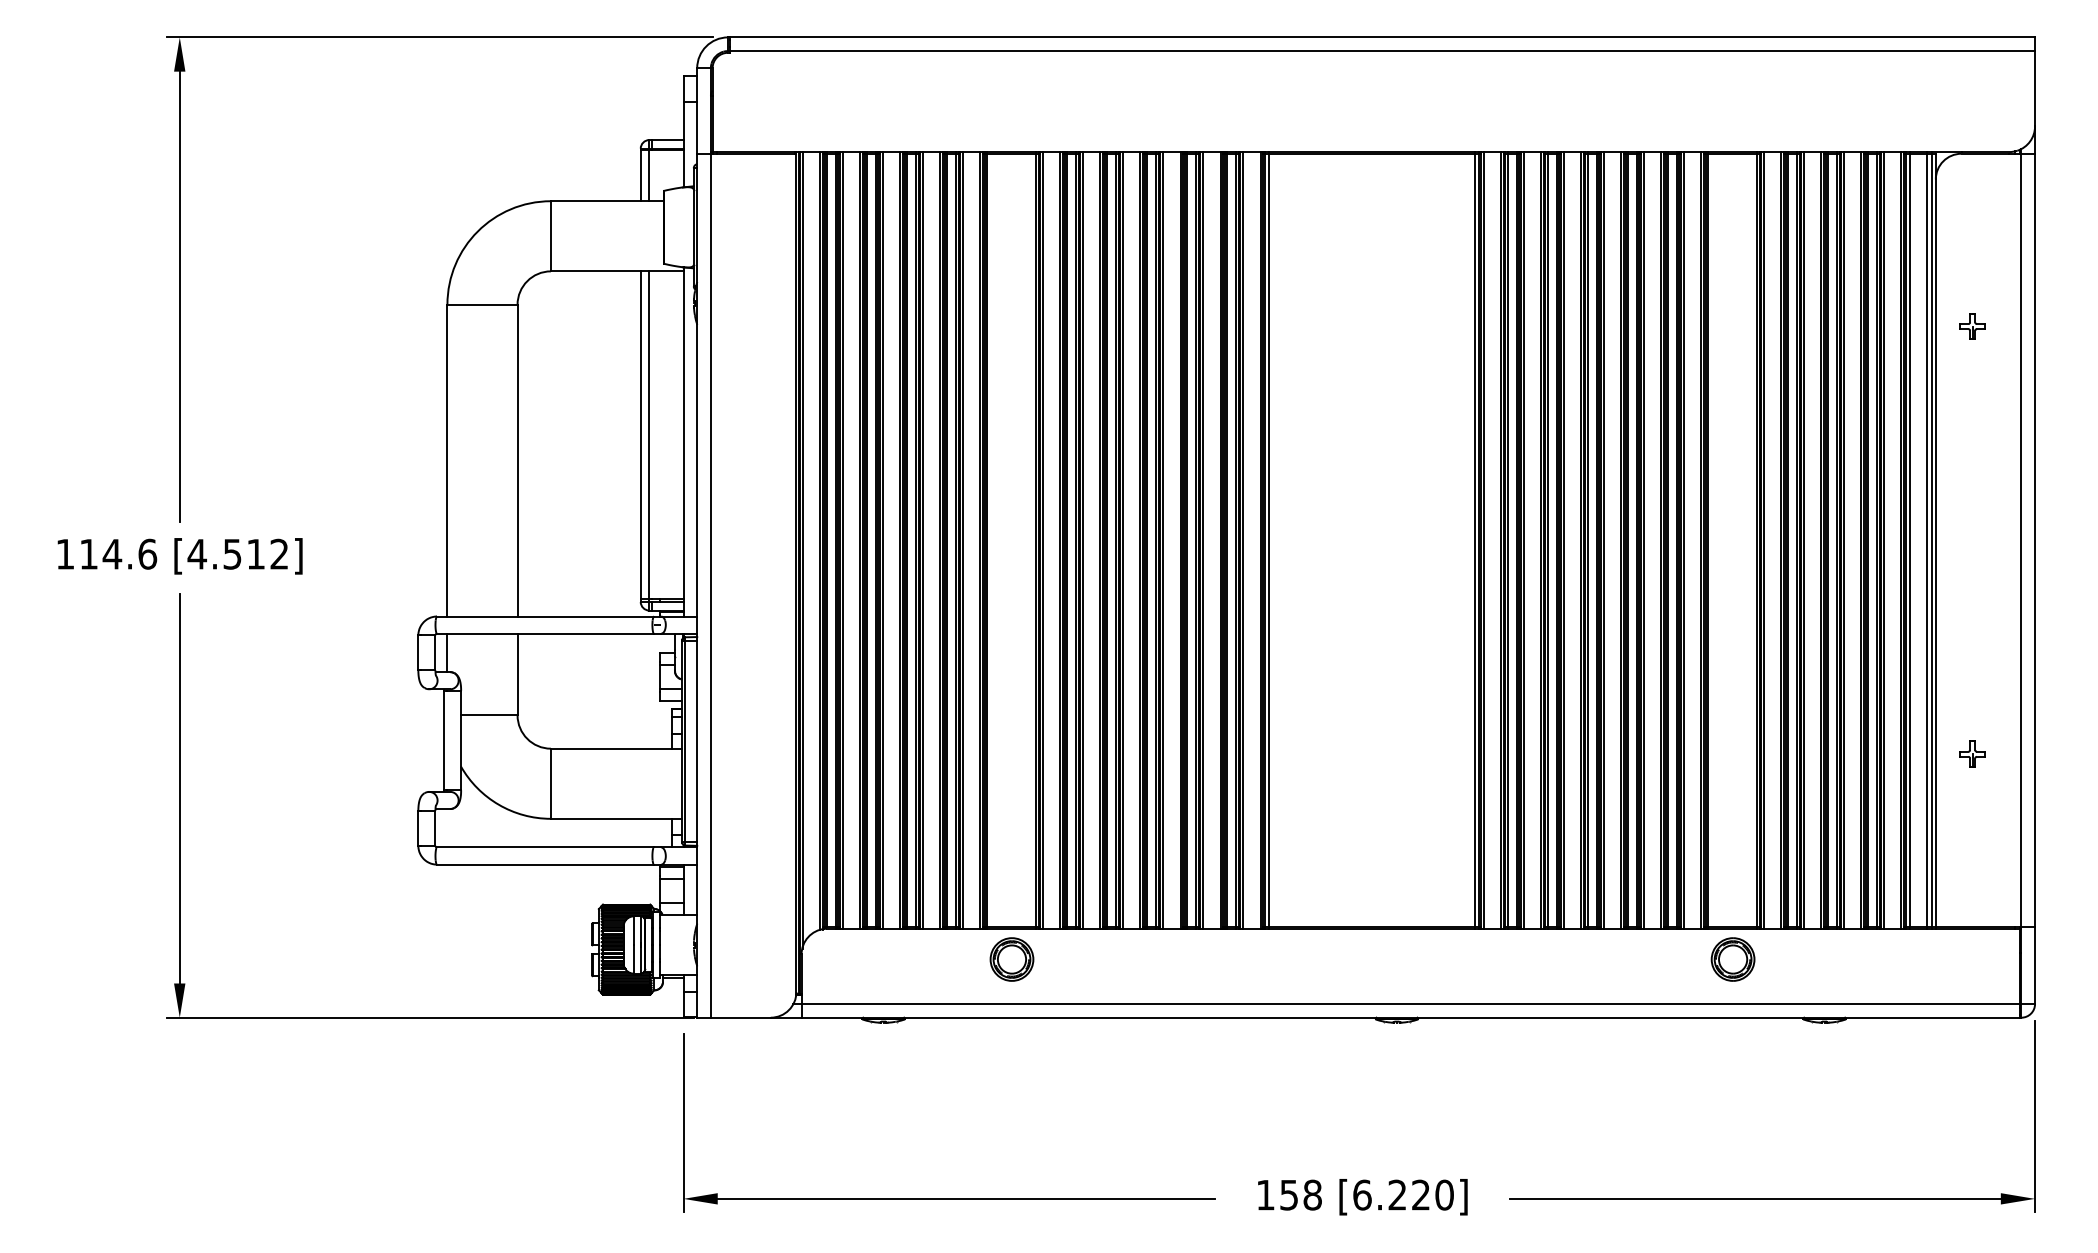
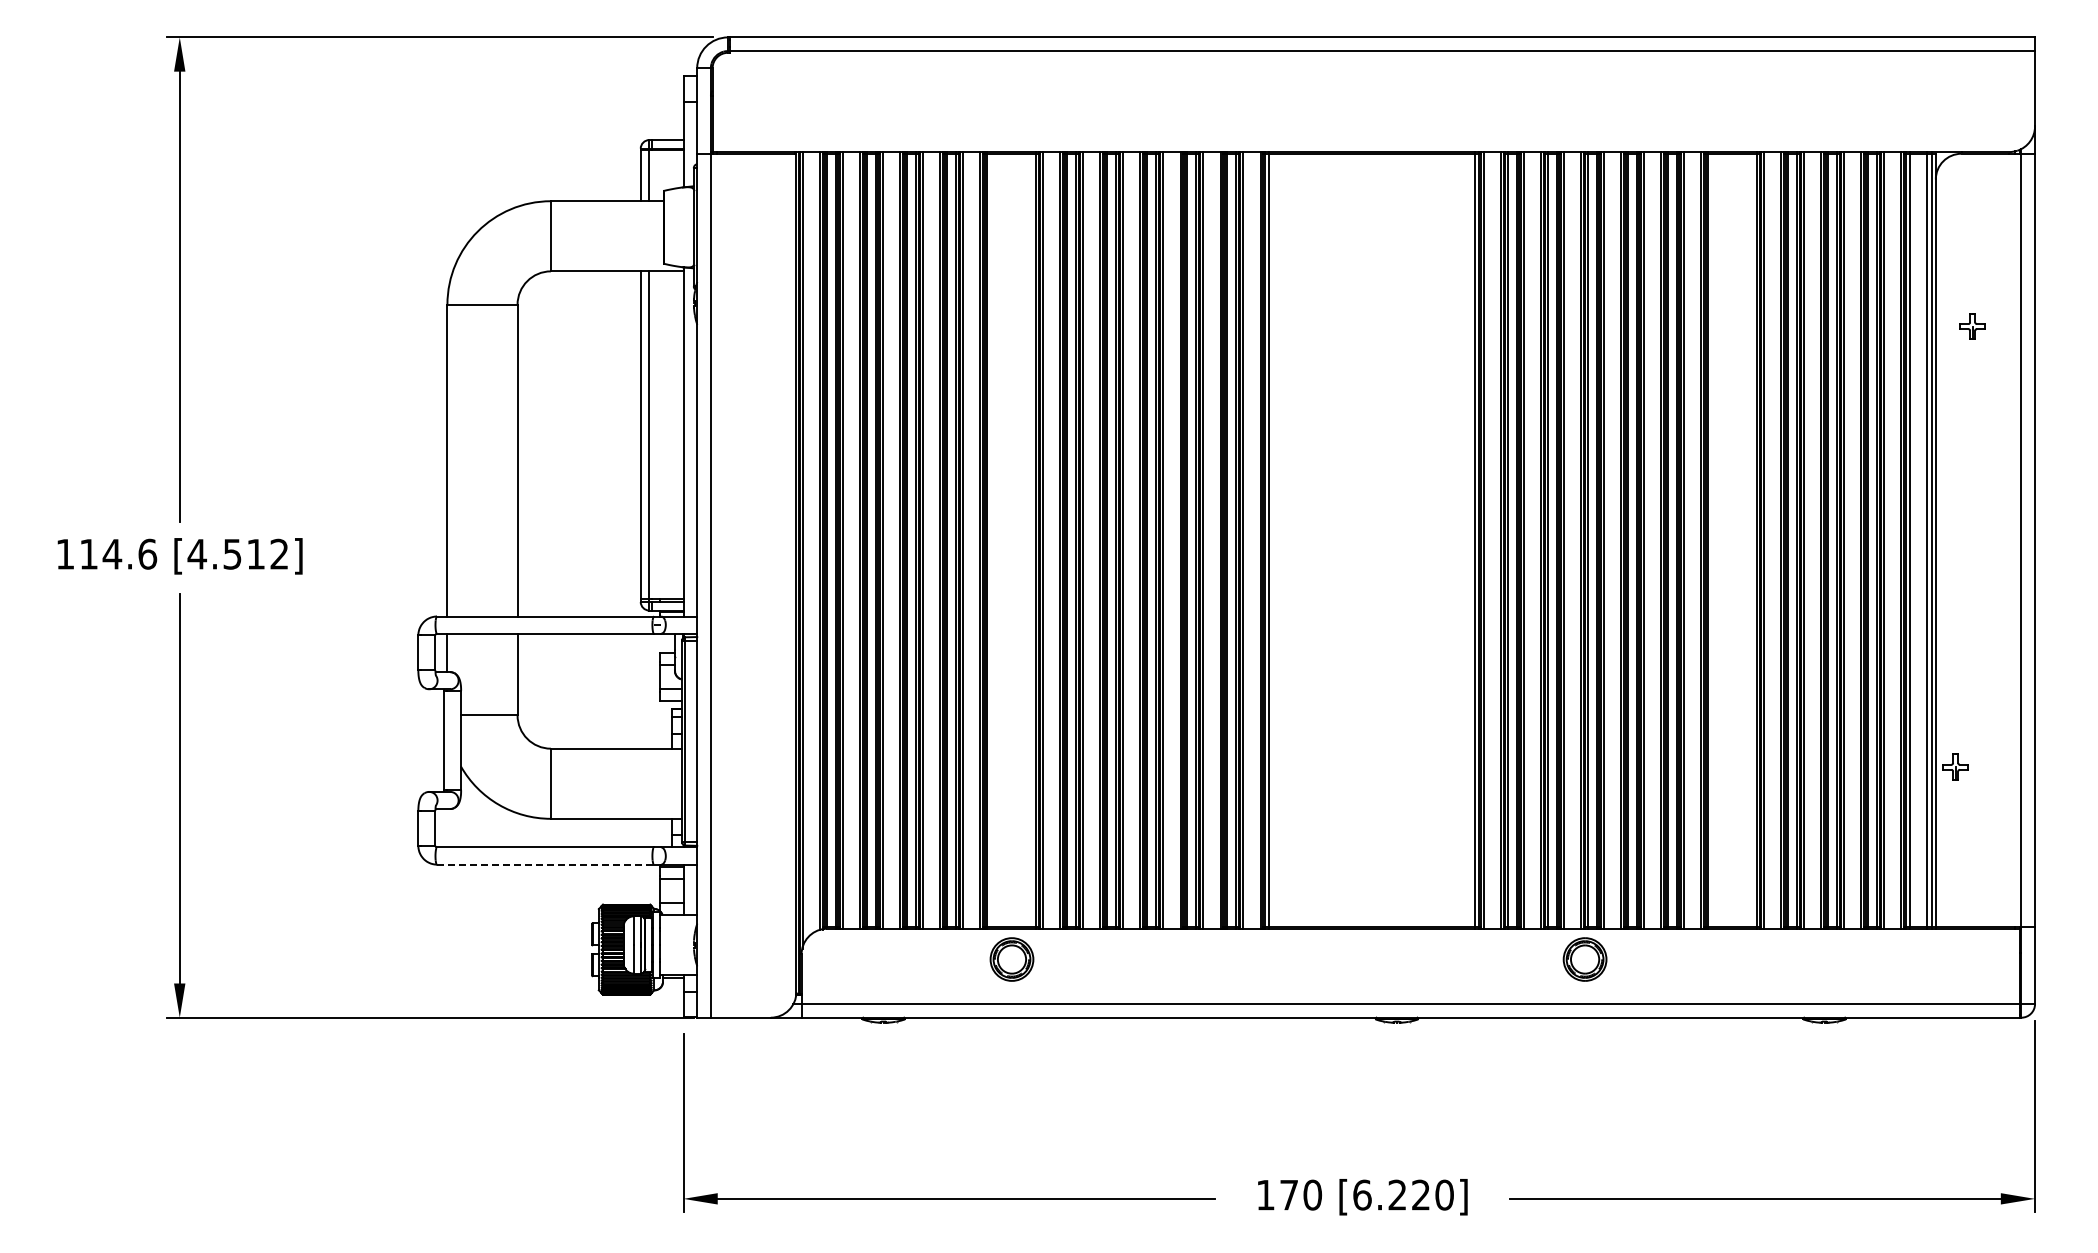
part at (1972, 753) position: (1972, 753) -> (1955, 766)
line at (545, 864): solid -> dashed
part at (1732, 959) position: (1732, 959) -> (1584, 959)
text at (1301, 1195): 158 -> 170
